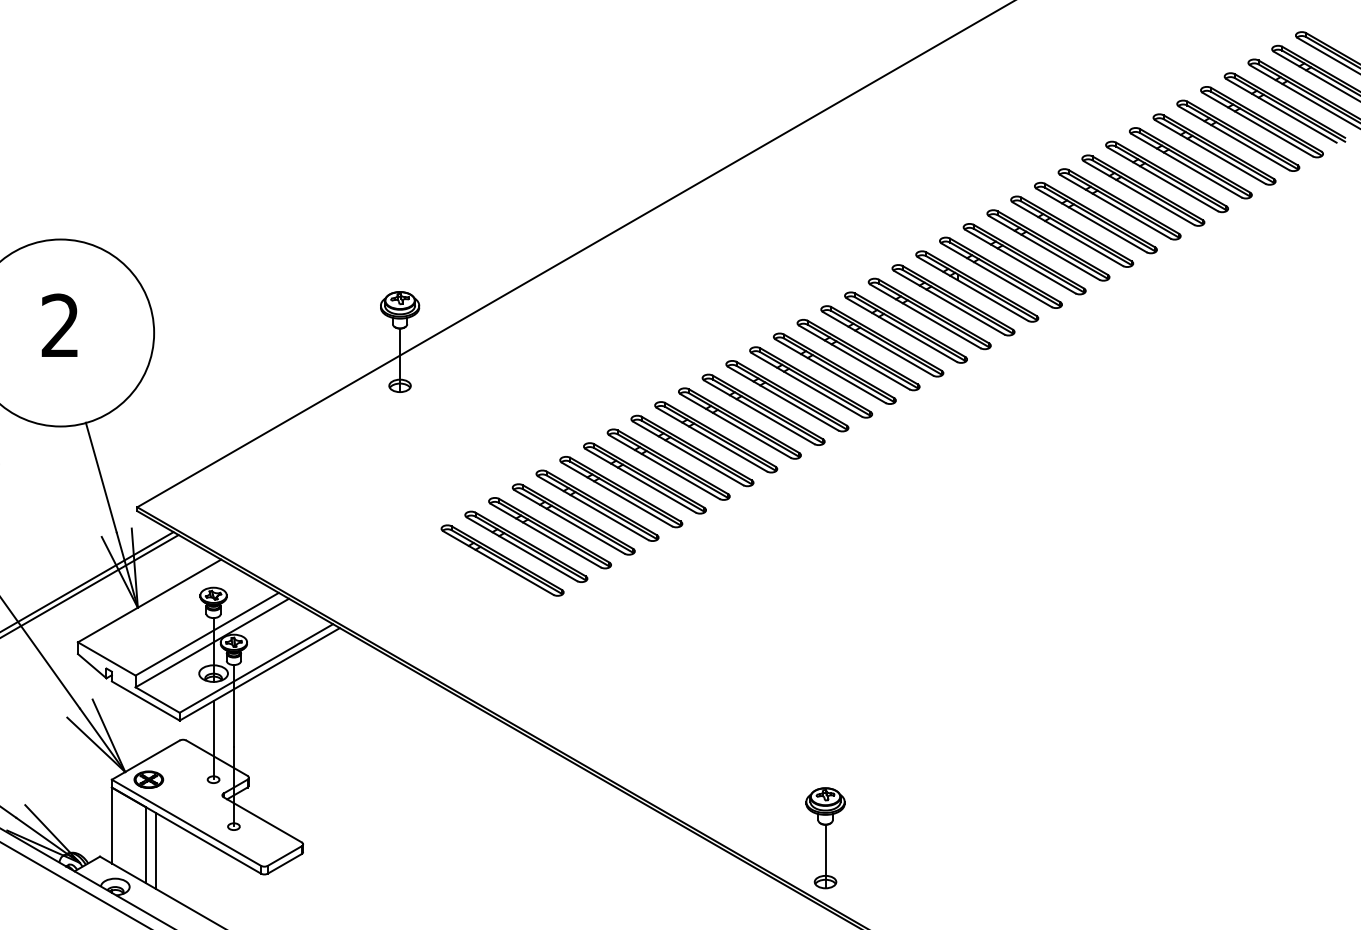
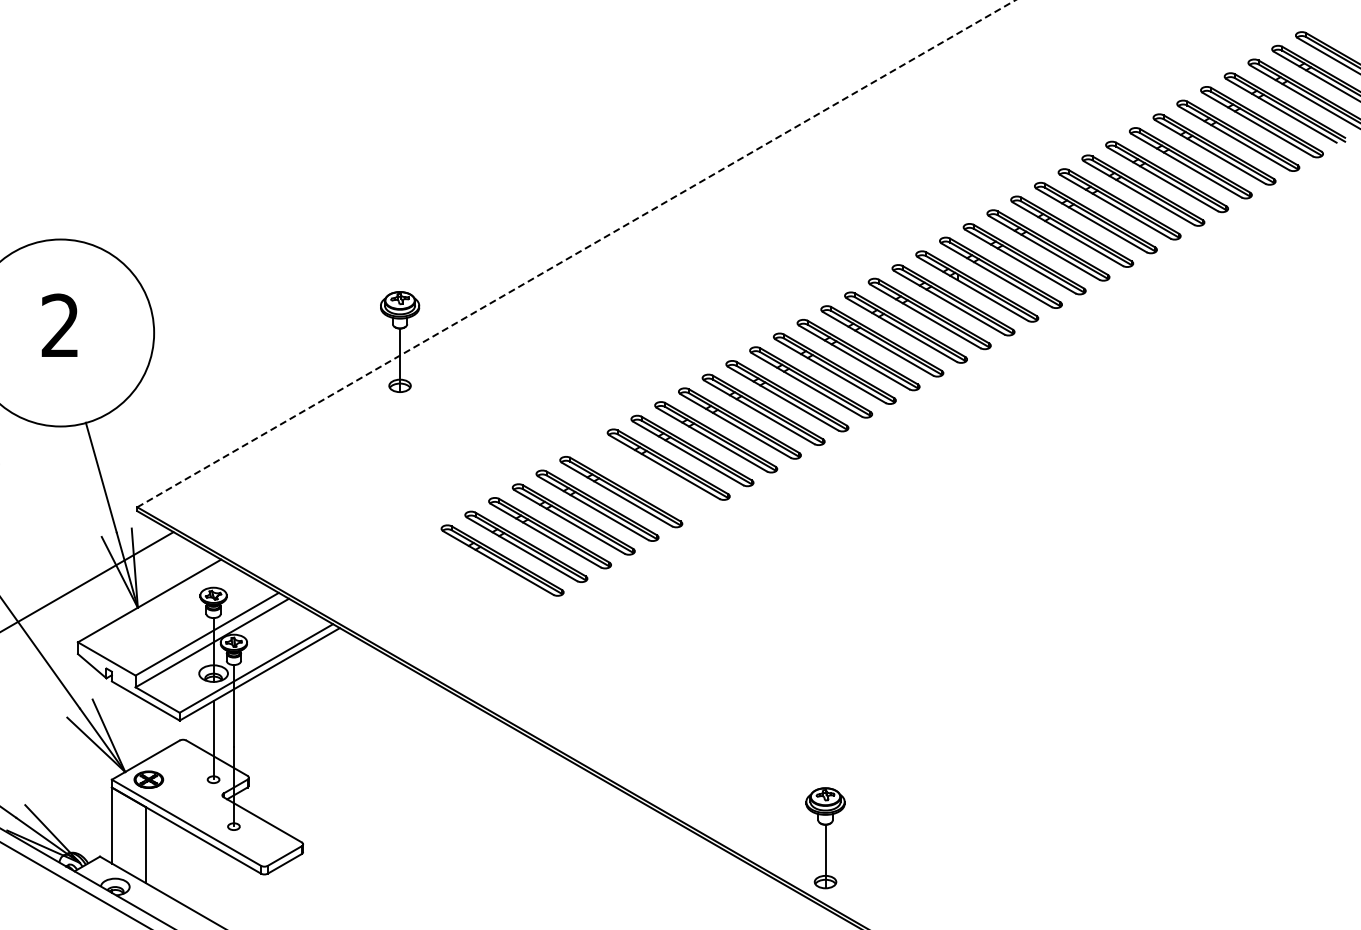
line at (576, 253): solid -> dashed
part at (644, 478): present -> none
line at (90, 585): present -> none
line at (156, 850): present -> none
